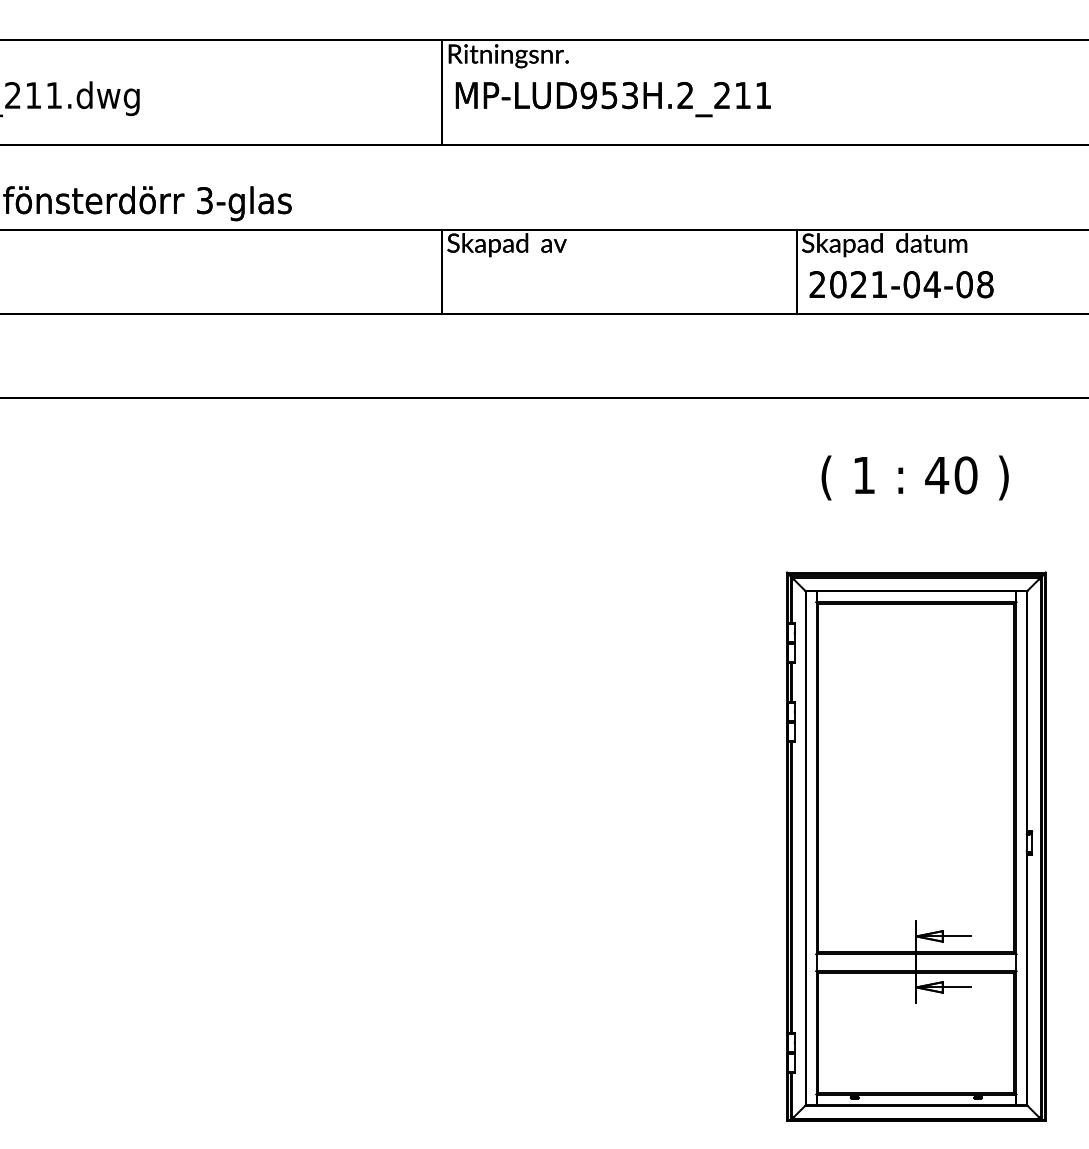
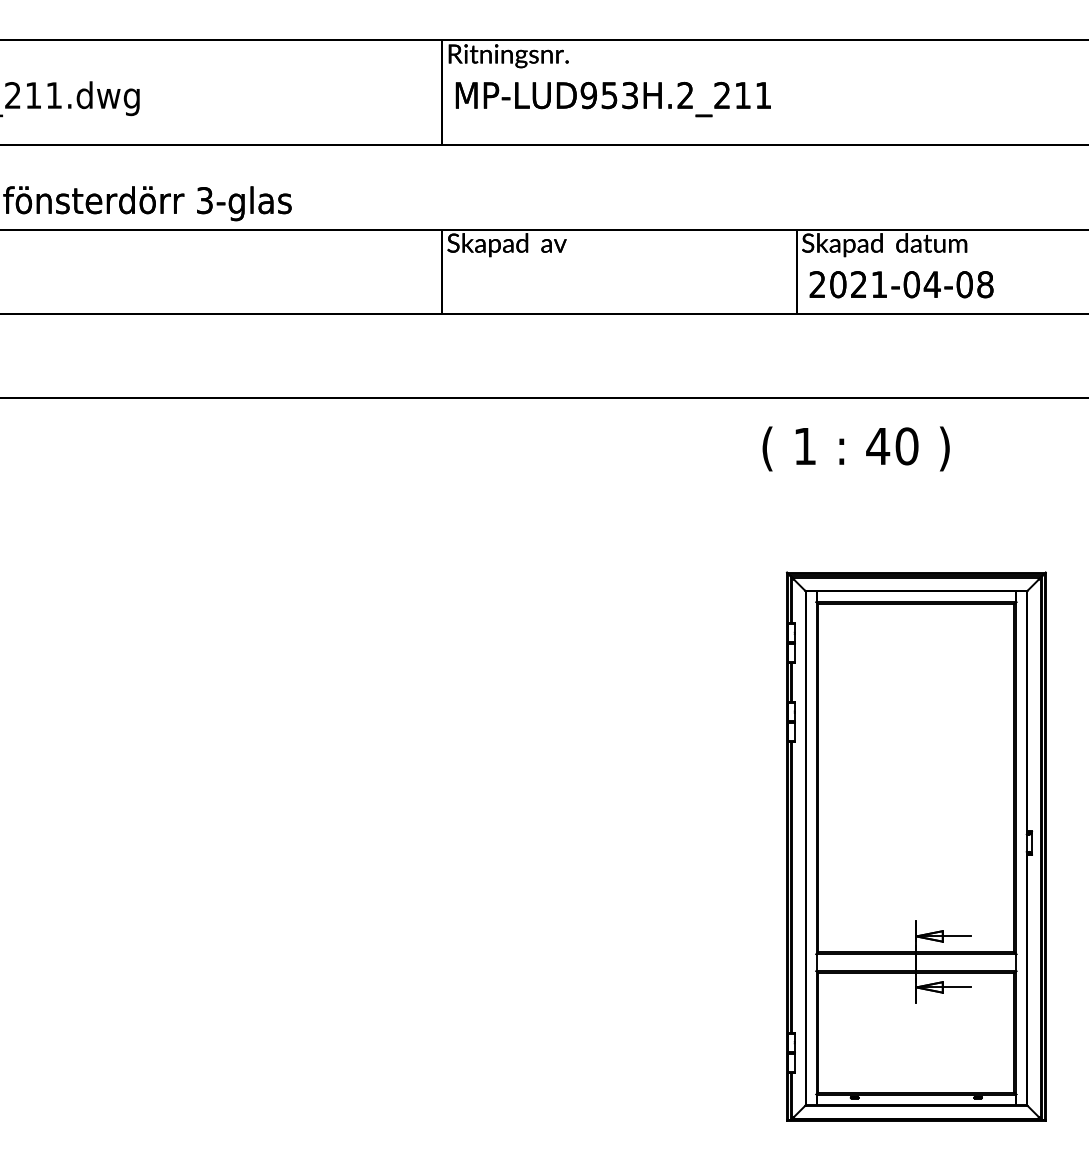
text at (914, 477) position: (914, 477) -> (855, 448)
